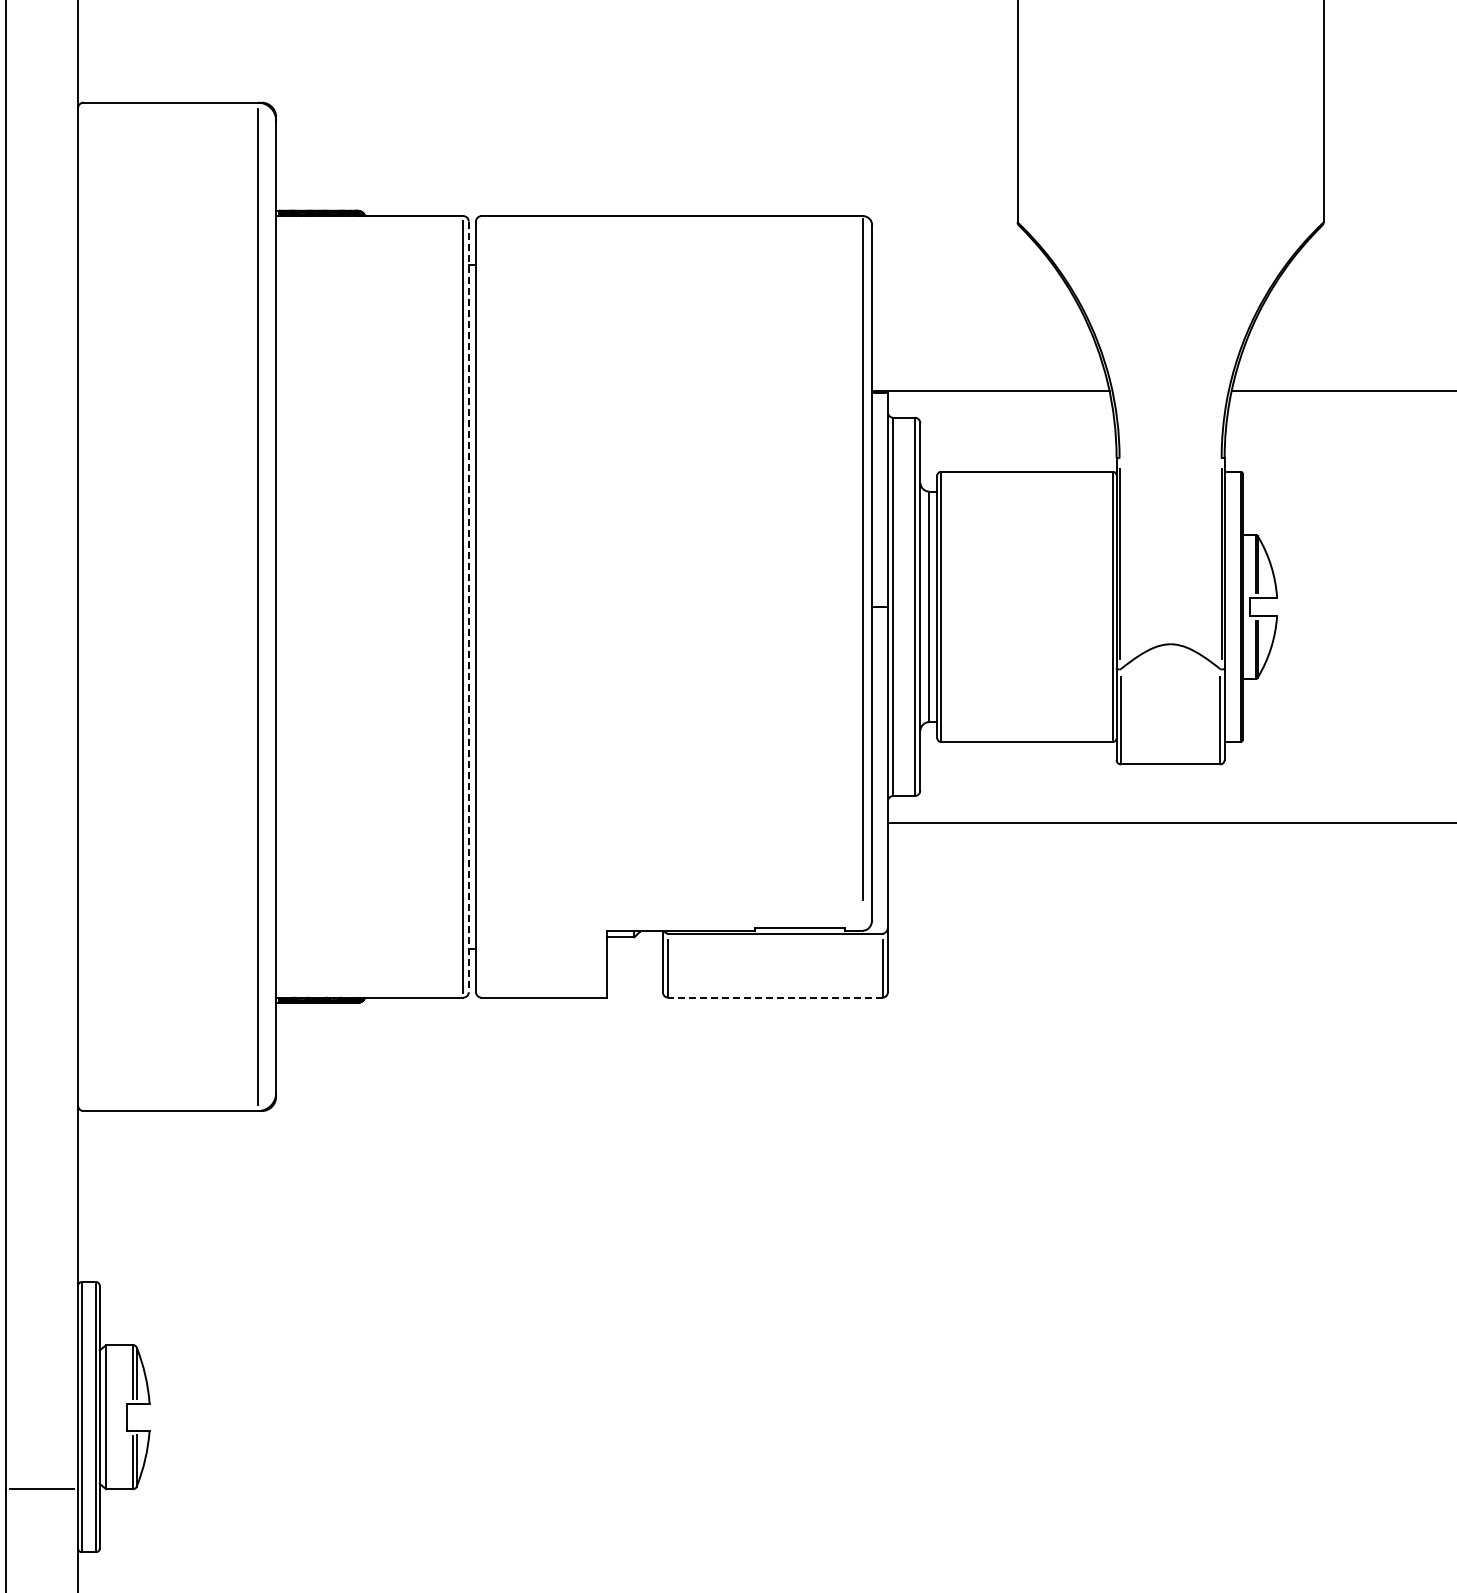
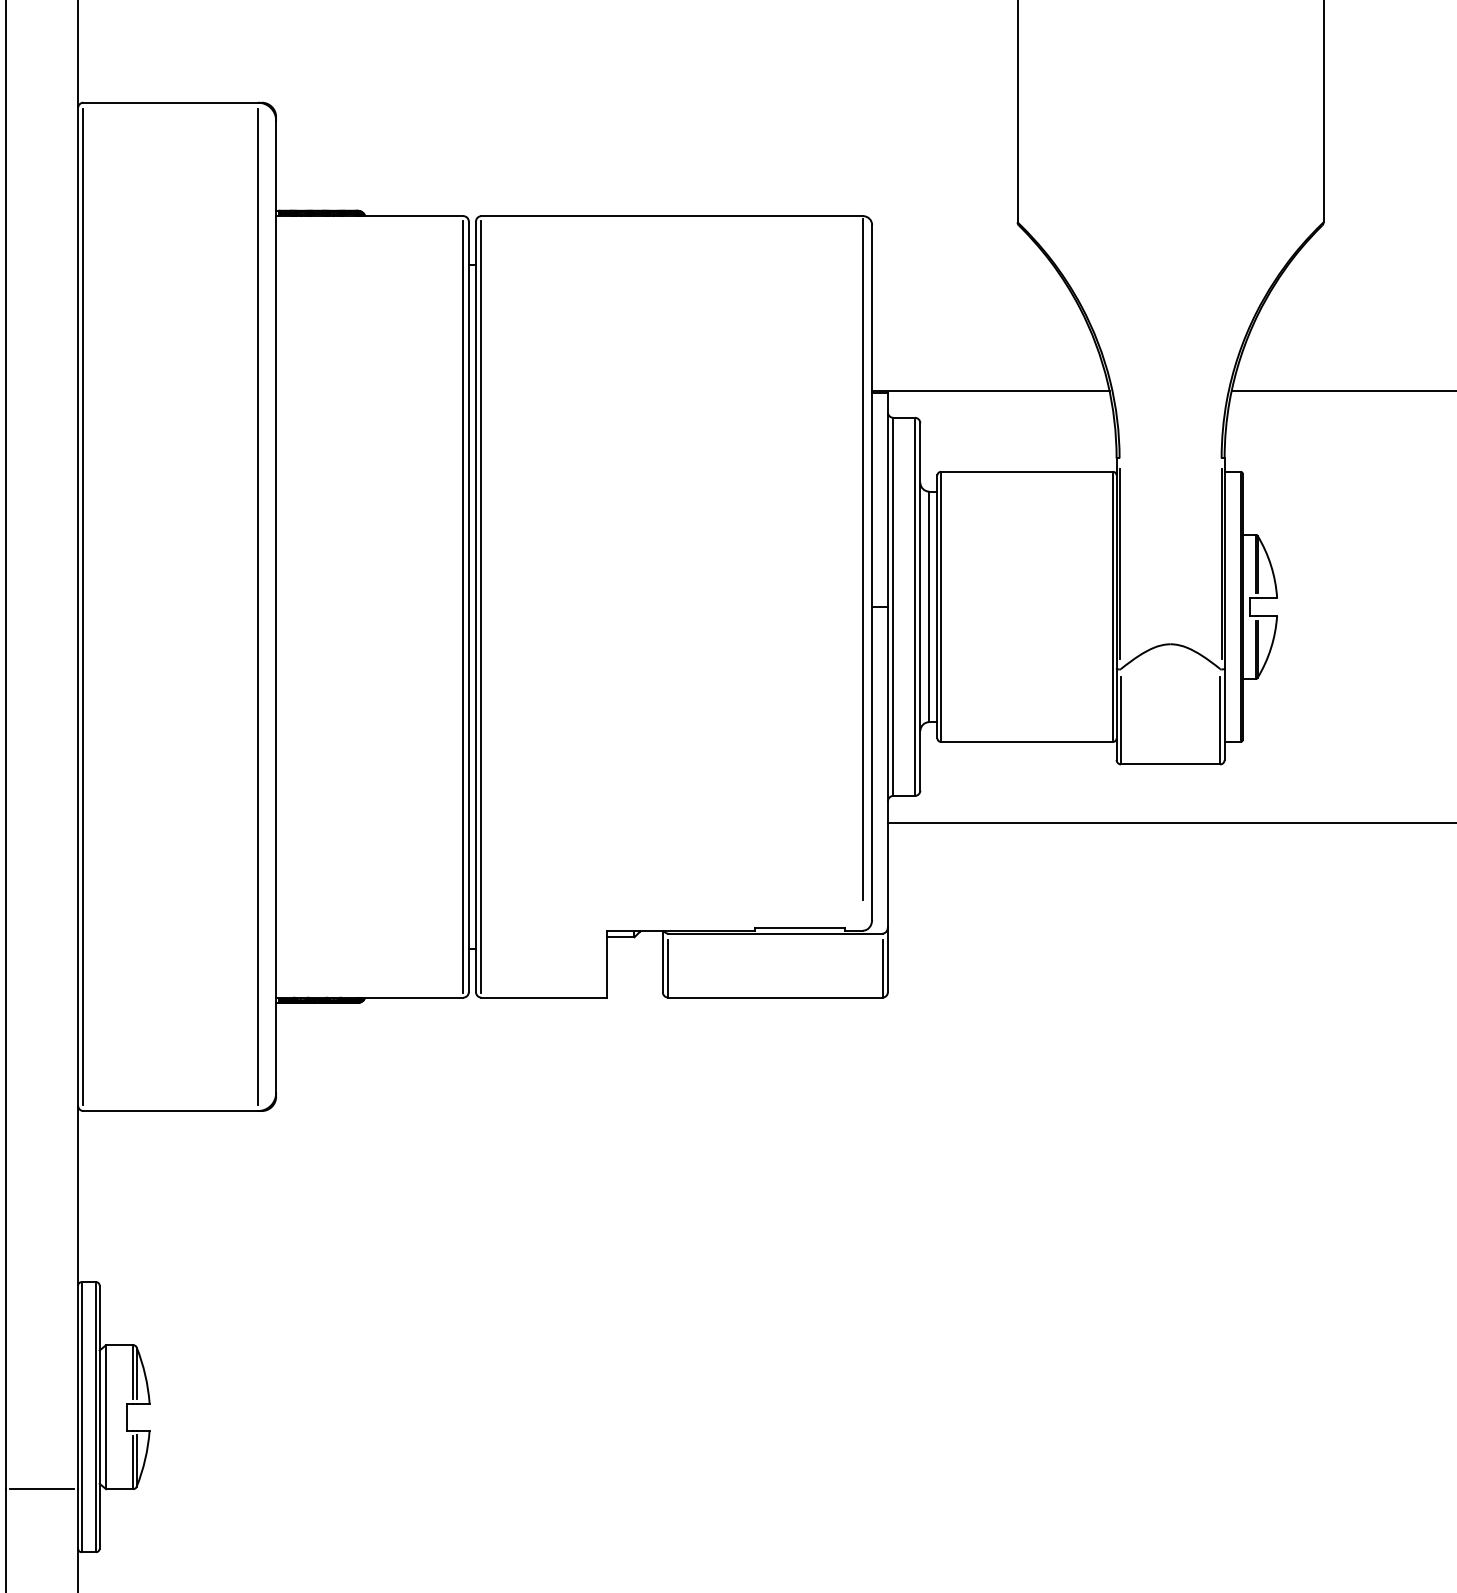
line at (83, 606): none -> present
line at (481, 606): none -> present
line at (468, 607): dashed -> solid
line at (774, 997): dashed -> solid
